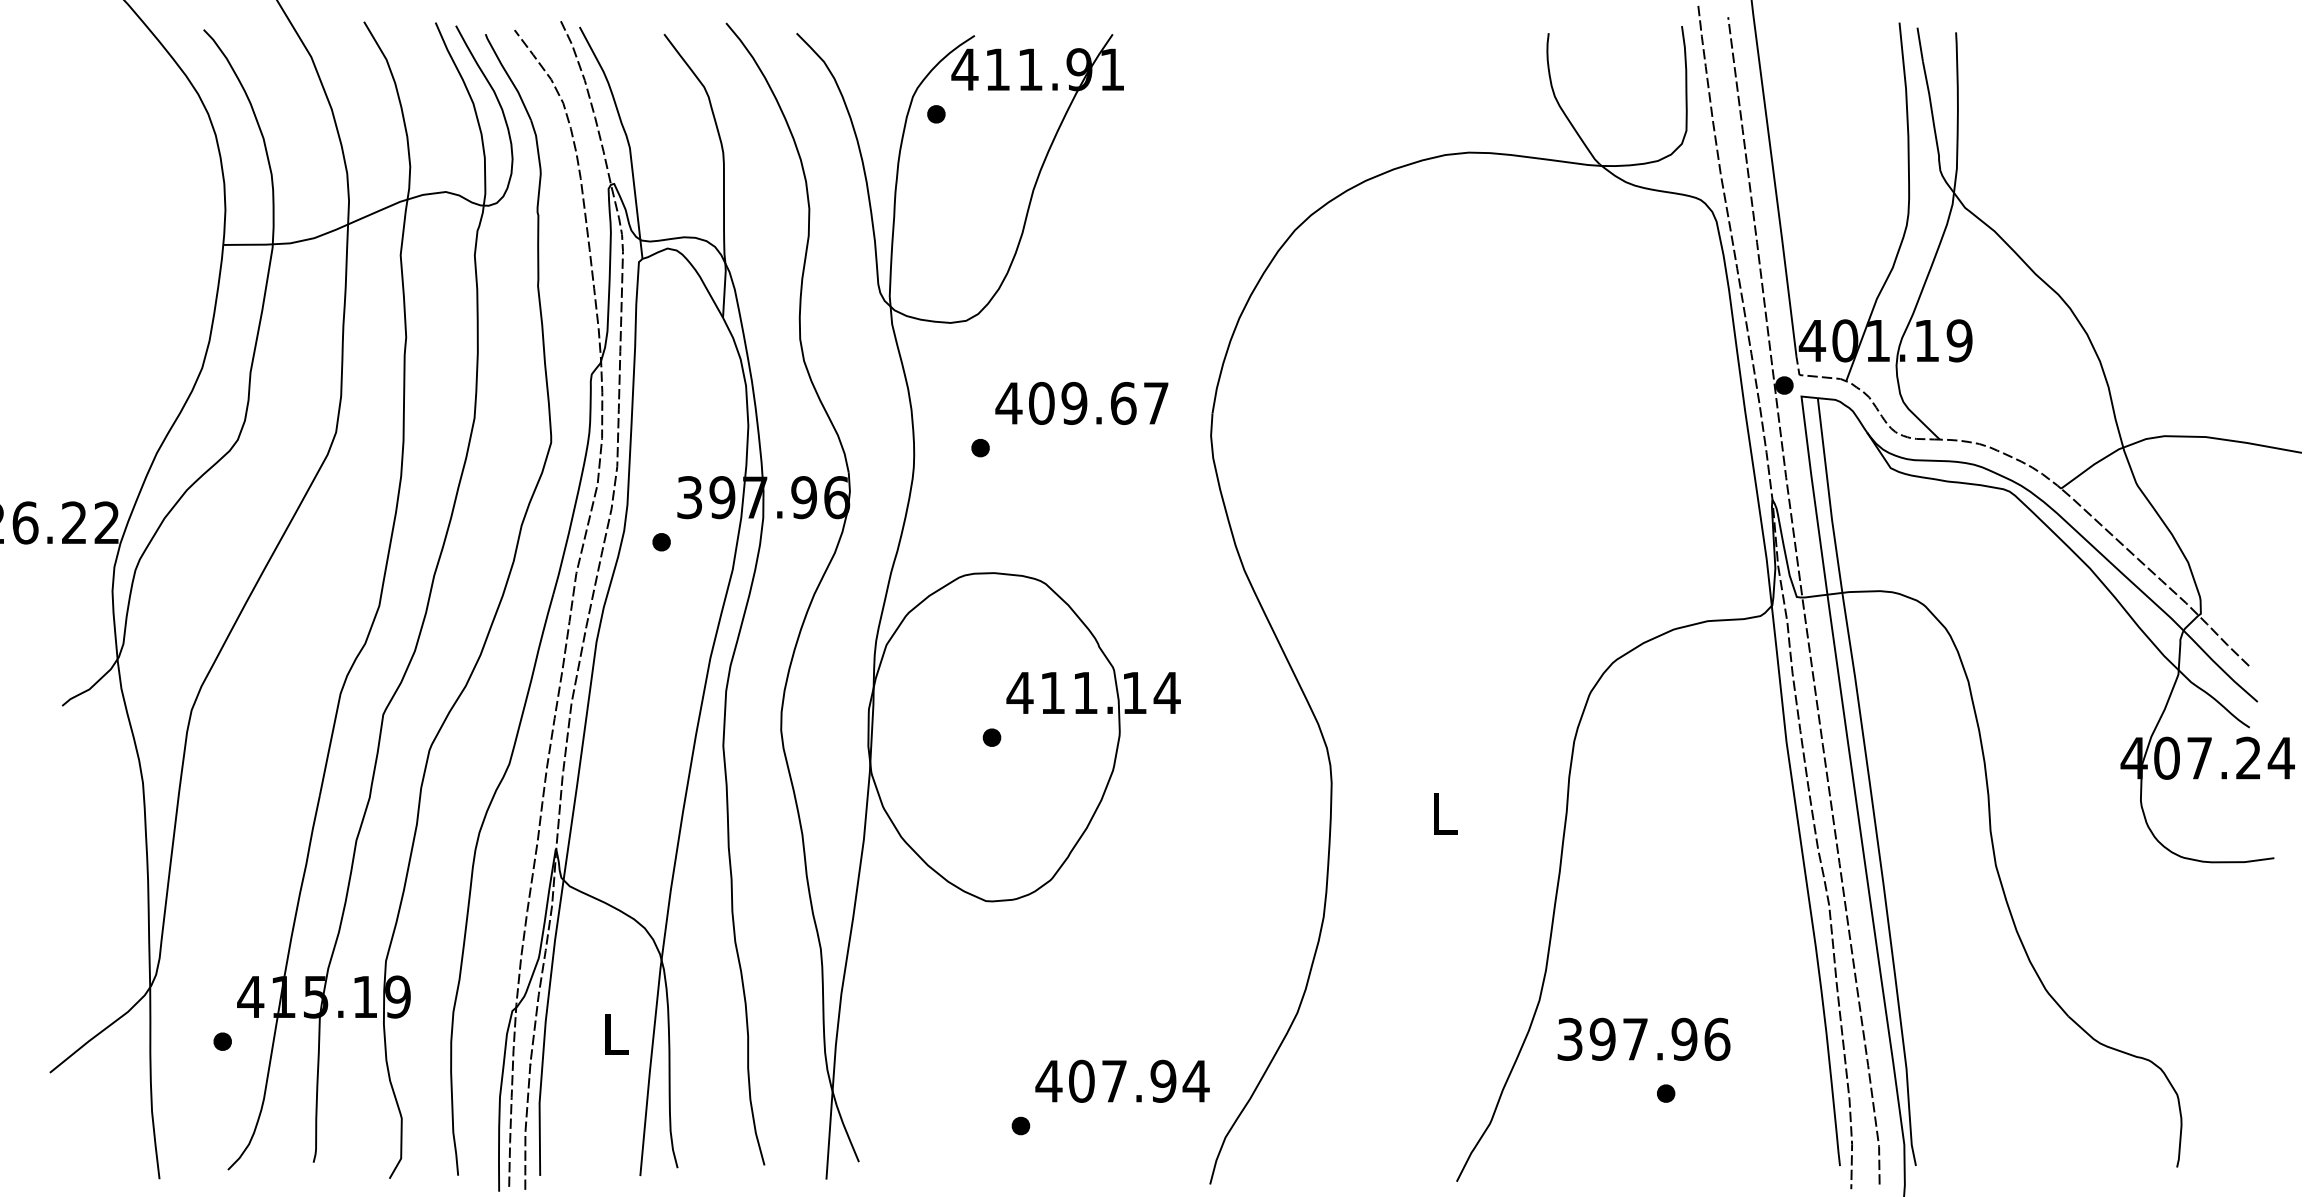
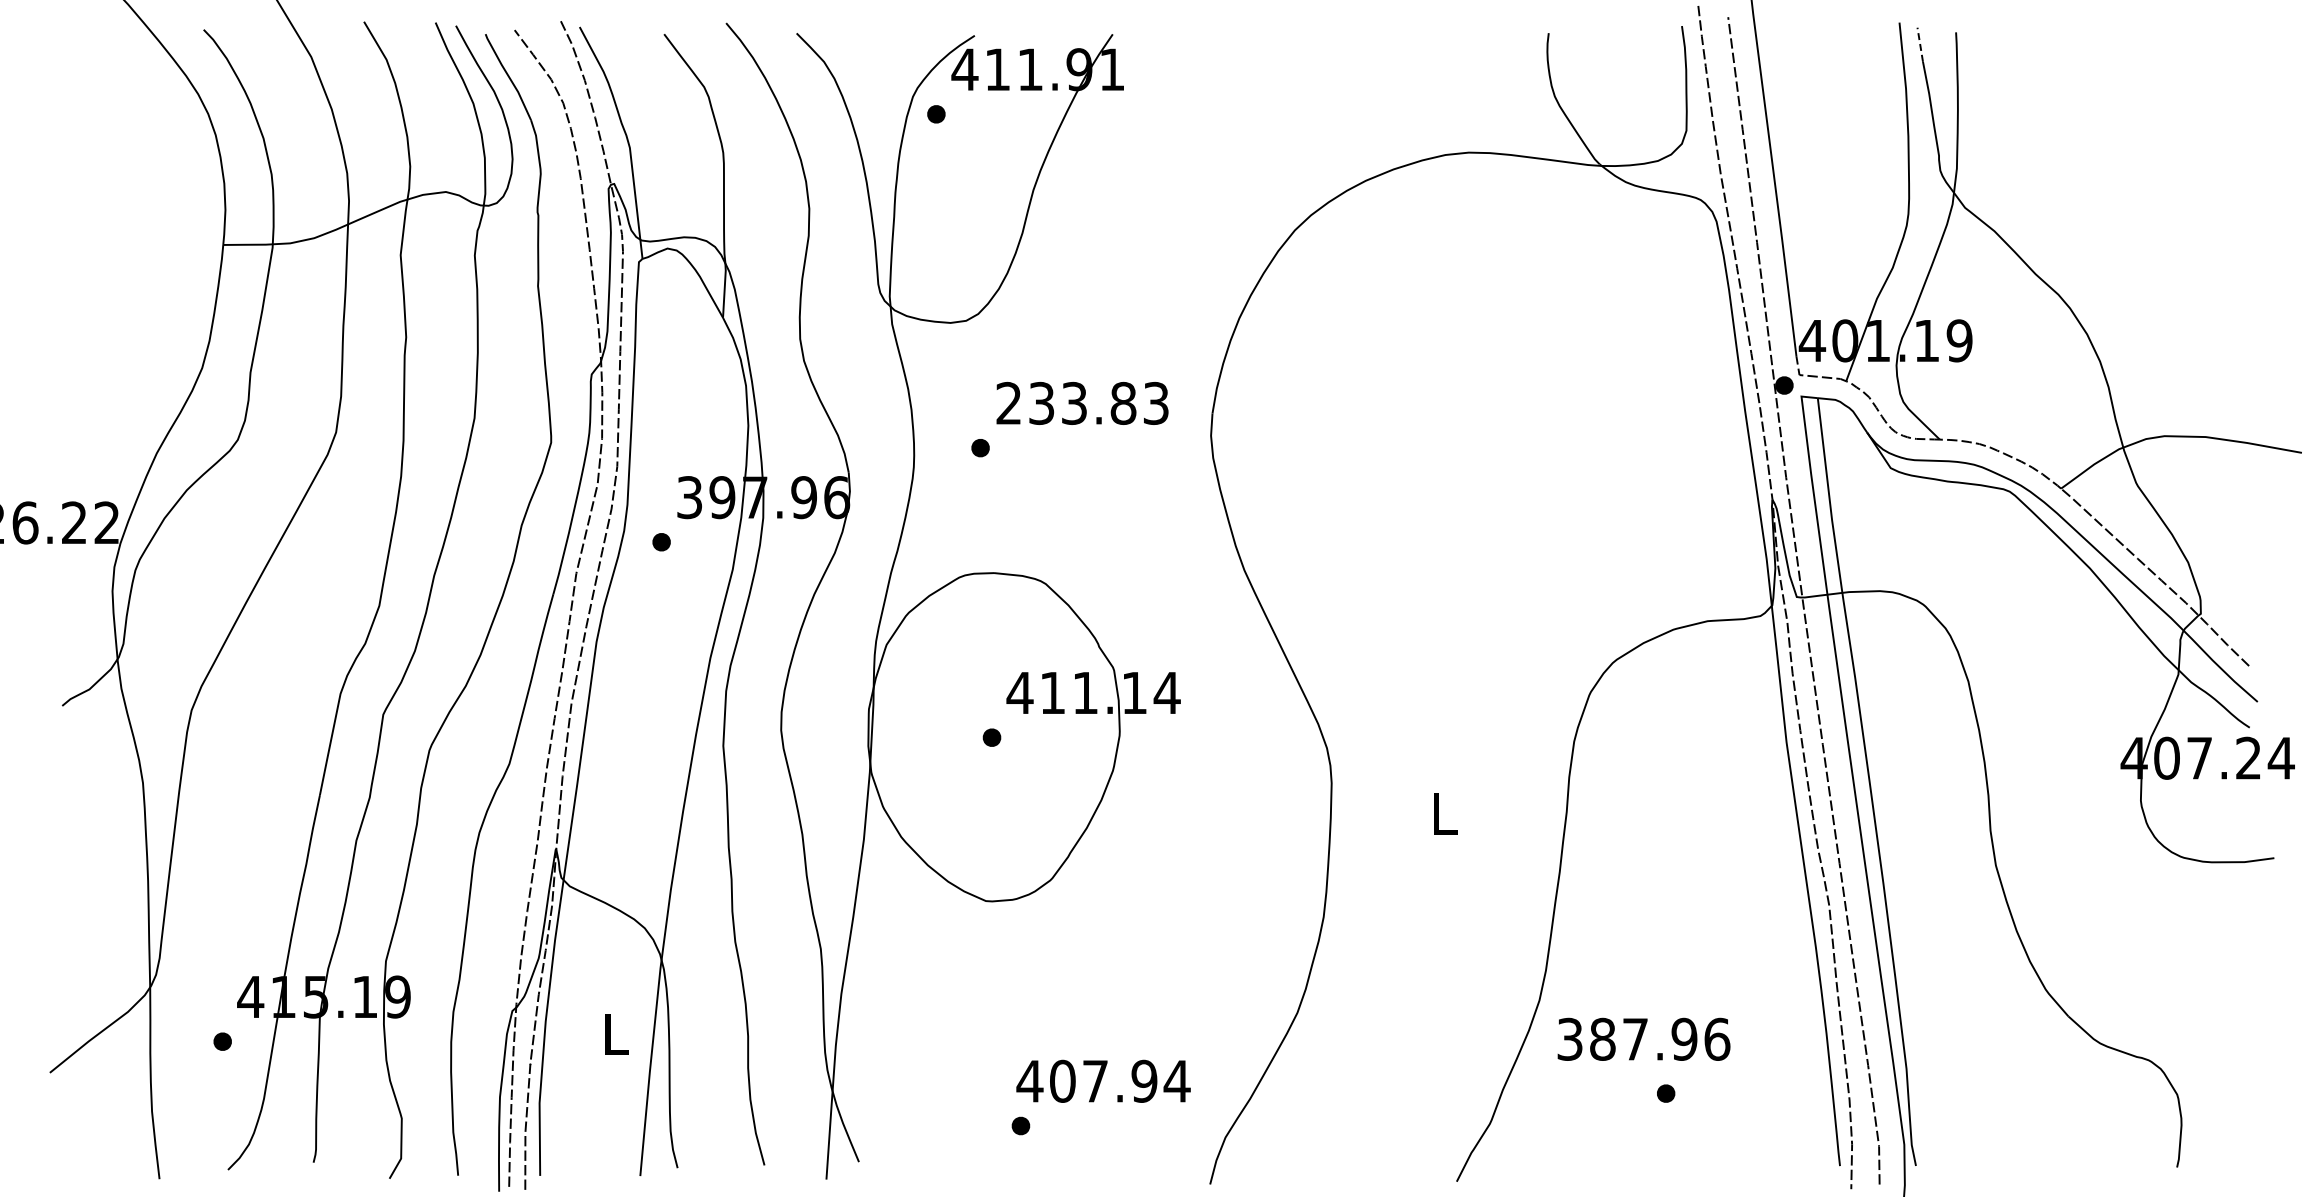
line at (1920, 44): solid -> dashed
text at (1081, 402): 409.67 -> 233.83
text at (1602, 1039): 397.96 -> 387.96
text at (1122, 1080) position: (1122, 1080) -> (1103, 1080)
